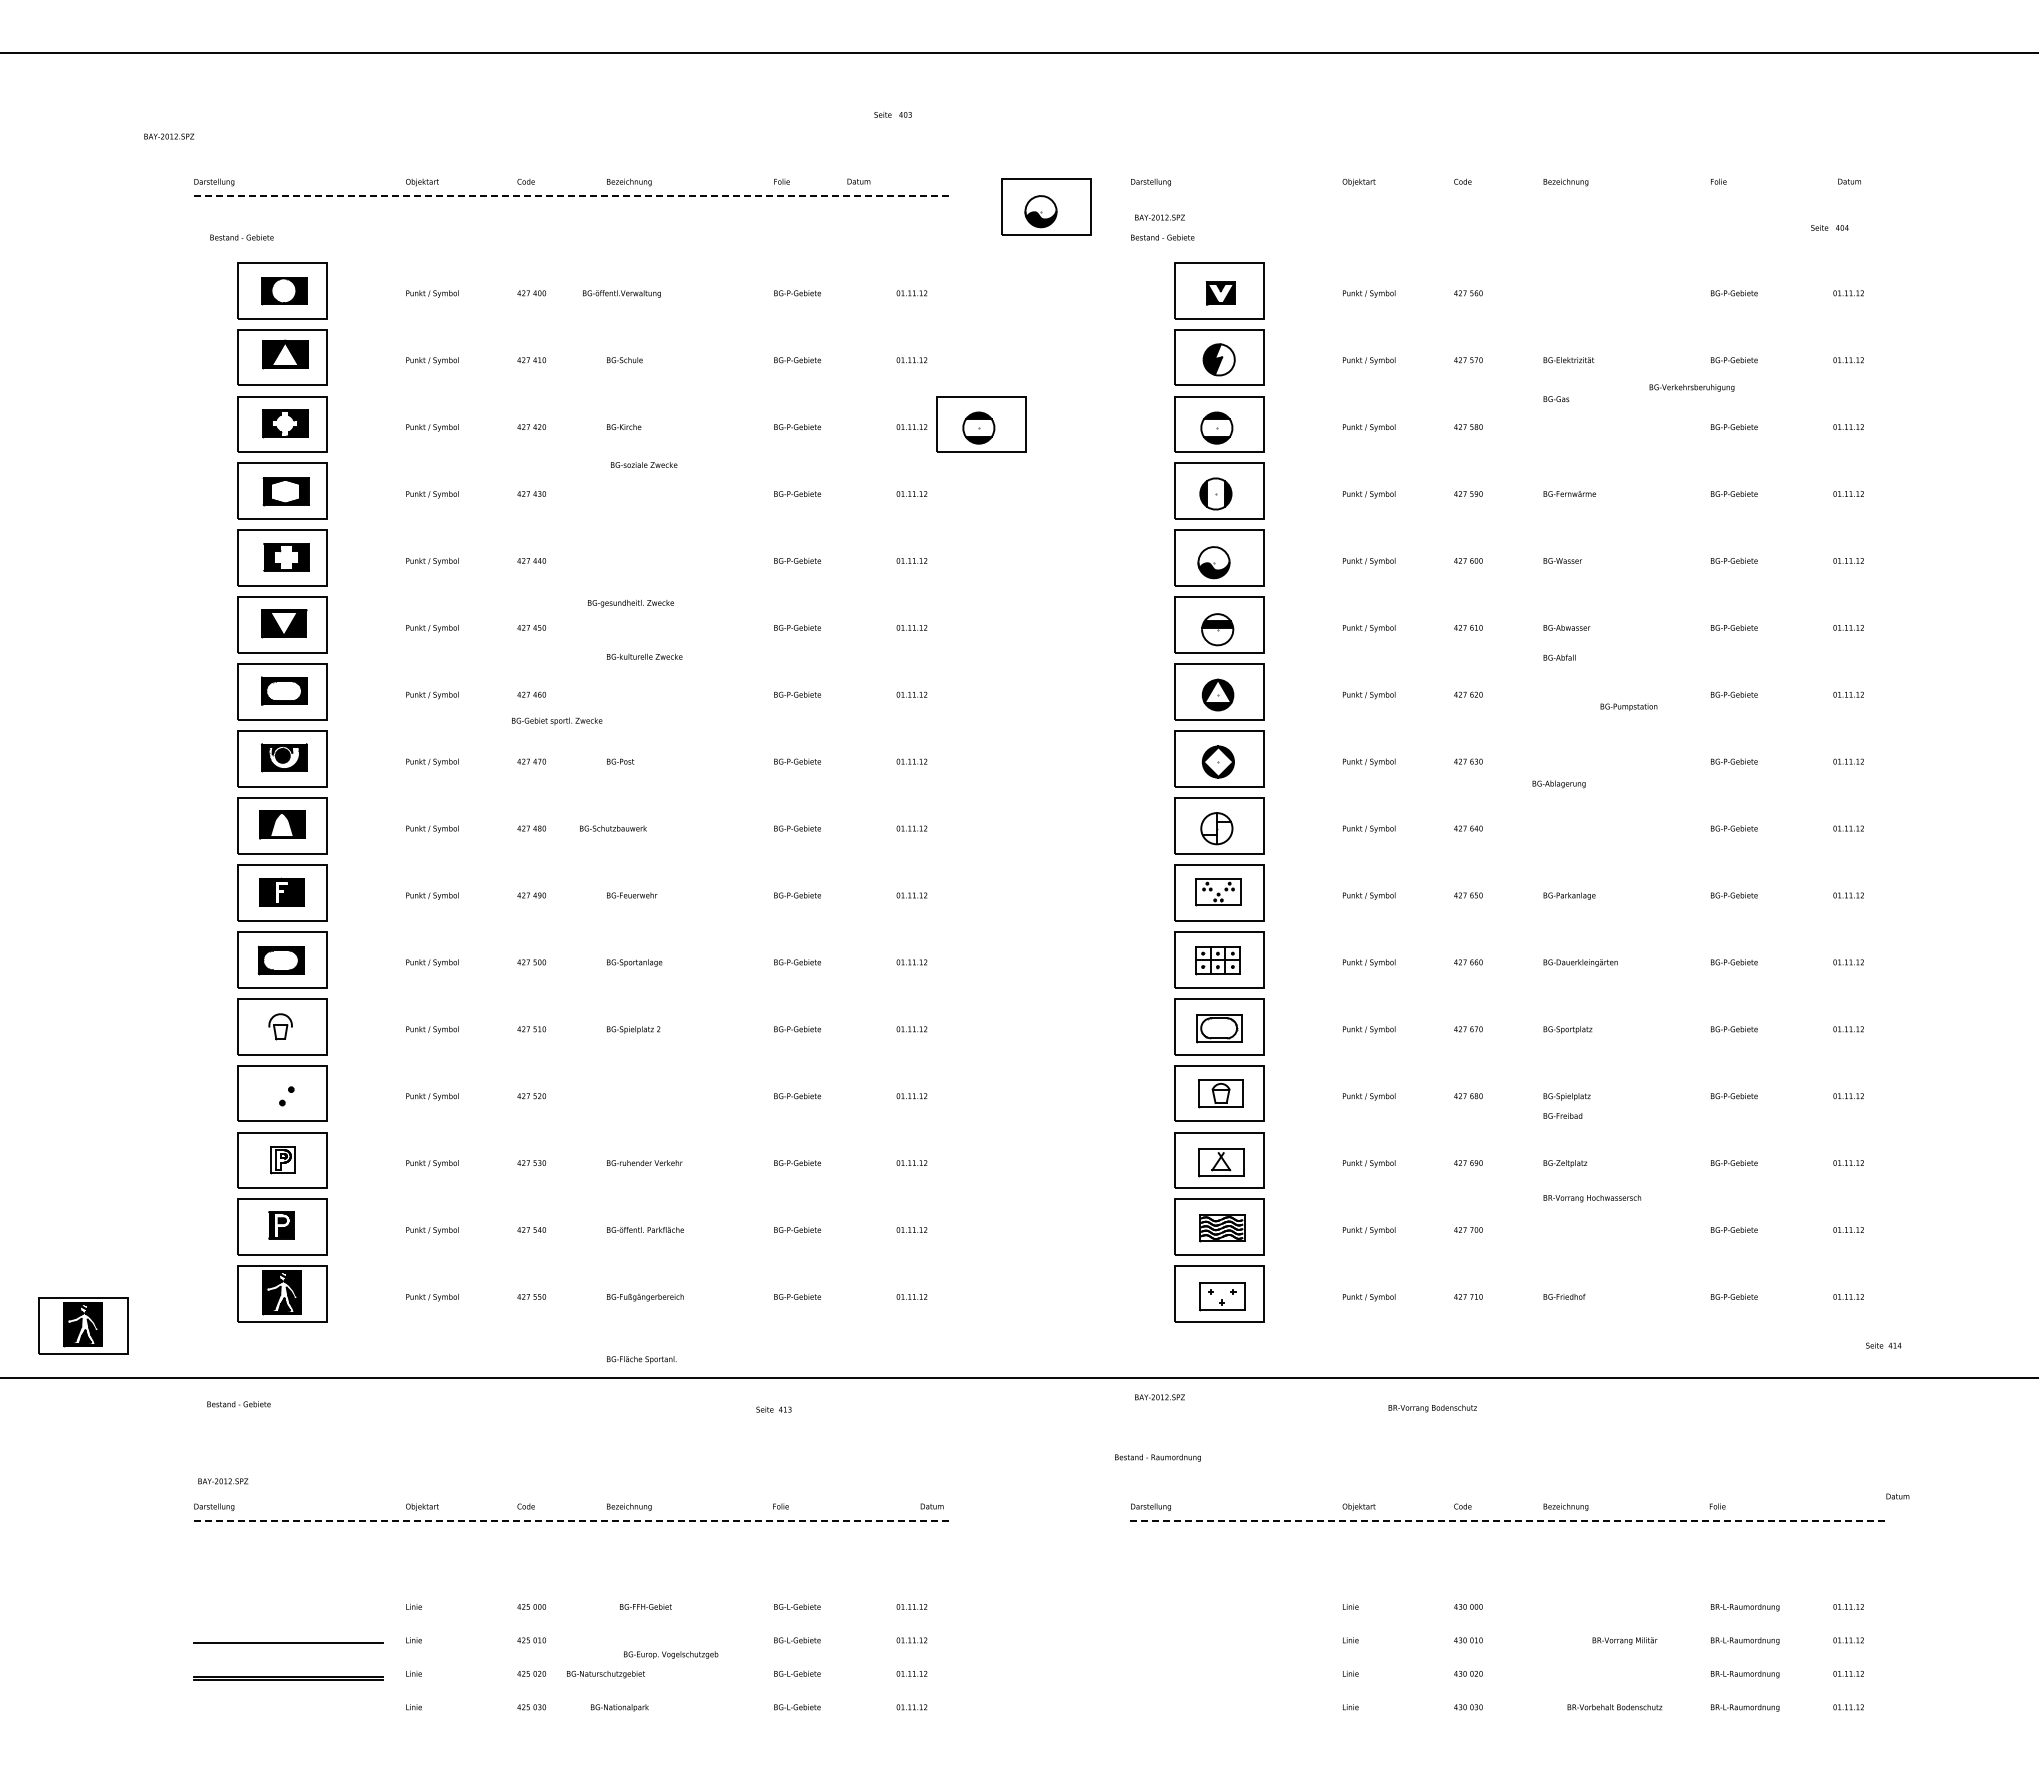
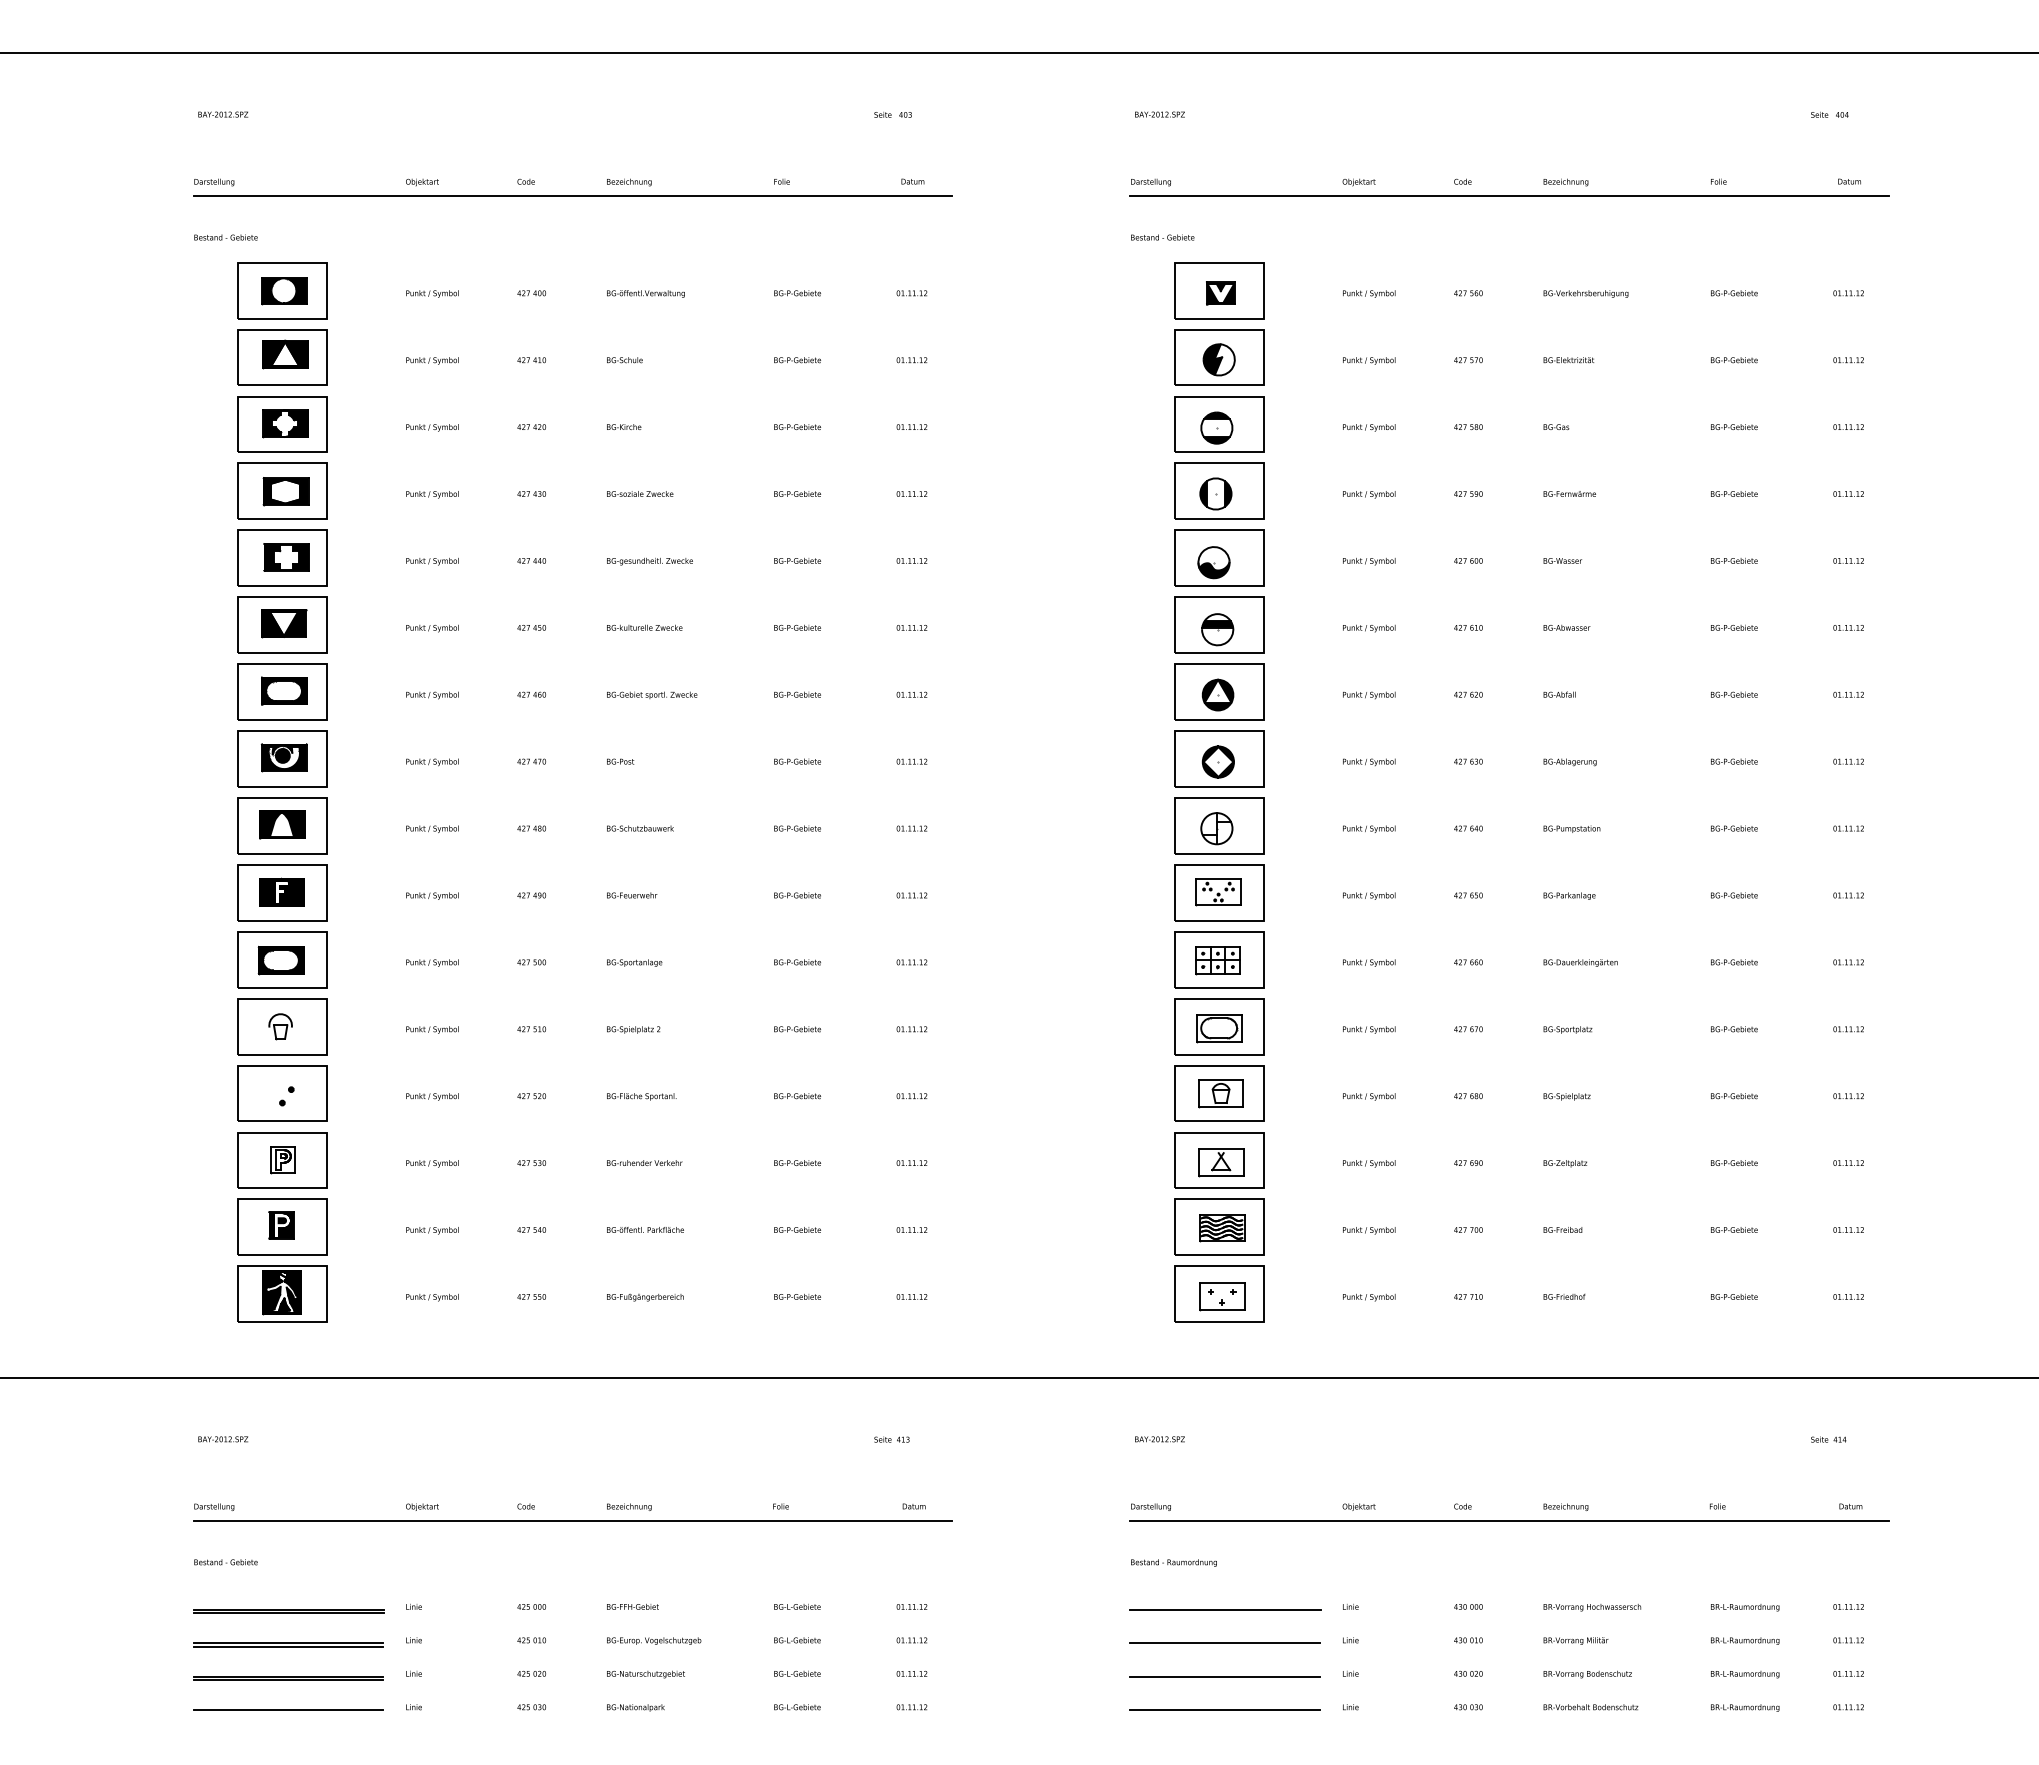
text at (169, 136) position: (169, 136) -> (223, 114)
text at (858, 181) position: (858, 181) -> (912, 181)
line at (573, 195): dashed -> solid
line at (1509, 195): none -> present
part at (1046, 206): present -> none
text at (1159, 217) position: (1159, 217) -> (1159, 114)
text at (1829, 227) position: (1829, 227) -> (1829, 114)
text at (241, 237) position: (241, 237) -> (225, 237)
text at (621, 293) position: (621, 293) -> (645, 293)
text at (1691, 387) position: (1691, 387) -> (1585, 293)
text at (1556, 399) position: (1556, 399) -> (1556, 427)
part at (981, 424): present -> none
text at (644, 464) position: (644, 464) -> (640, 493)
text at (630, 603) position: (630, 603) -> (649, 561)
text at (644, 656) position: (644, 656) -> (644, 627)
text at (1559, 657) position: (1559, 657) -> (1559, 694)
text at (1628, 706) position: (1628, 706) -> (1571, 828)
text at (557, 721) position: (557, 721) -> (652, 695)
text at (1558, 784) position: (1558, 784) -> (1569, 762)
text at (613, 828) position: (613, 828) -> (640, 828)
text at (1562, 1115) position: (1562, 1115) -> (1562, 1229)
text at (1592, 1198) position: (1592, 1198) -> (1592, 1607)
part at (83, 1325): present -> none
text at (1883, 1345) position: (1883, 1345) -> (1828, 1439)
text at (641, 1359) position: (641, 1359) -> (641, 1096)
text at (1159, 1397) position: (1159, 1397) -> (1159, 1439)
text at (238, 1404) position: (238, 1404) -> (225, 1562)
text at (1432, 1408) position: (1432, 1408) -> (1587, 1674)
text at (773, 1409) position: (773, 1409) -> (891, 1439)
text at (1157, 1457) position: (1157, 1457) -> (1173, 1562)
text at (223, 1481) position: (223, 1481) -> (223, 1439)
text at (1897, 1496) position: (1897, 1496) -> (1850, 1506)
text at (931, 1506) position: (931, 1506) -> (913, 1506)
line at (573, 1520): dashed -> solid
line at (1509, 1520): dashed -> solid
text at (645, 1606) position: (645, 1606) -> (632, 1606)
line at (1225, 1609): none -> present
line at (288, 1610): none -> present
text at (1624, 1640) position: (1624, 1640) -> (1575, 1640)
line at (1224, 1643): none -> present
line at (288, 1646): none -> present
text at (671, 1654) position: (671, 1654) -> (654, 1640)
text at (605, 1674) position: (605, 1674) -> (645, 1674)
line at (1224, 1676): none -> present
text at (619, 1707) position: (619, 1707) -> (635, 1707)
text at (1614, 1707) position: (1614, 1707) -> (1590, 1707)
line at (288, 1710): none -> present
line at (1224, 1710): none -> present
